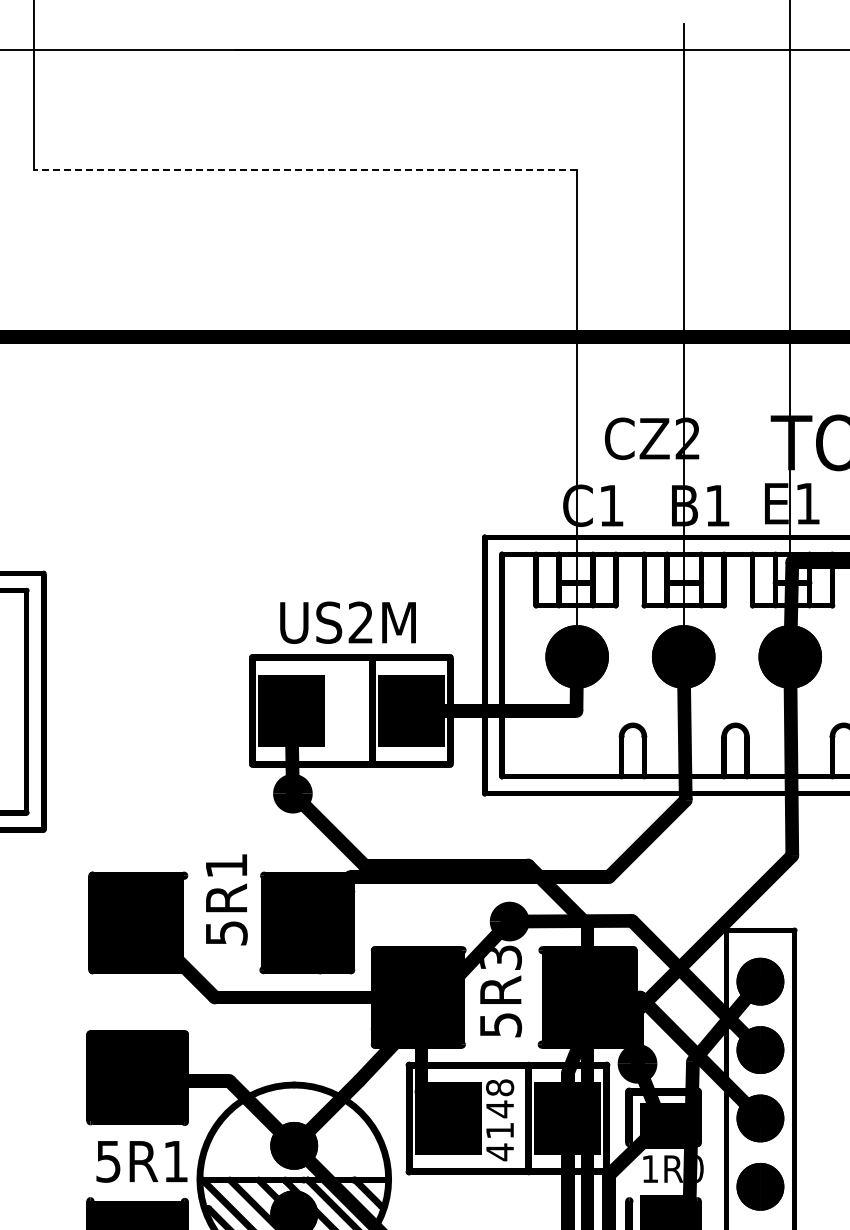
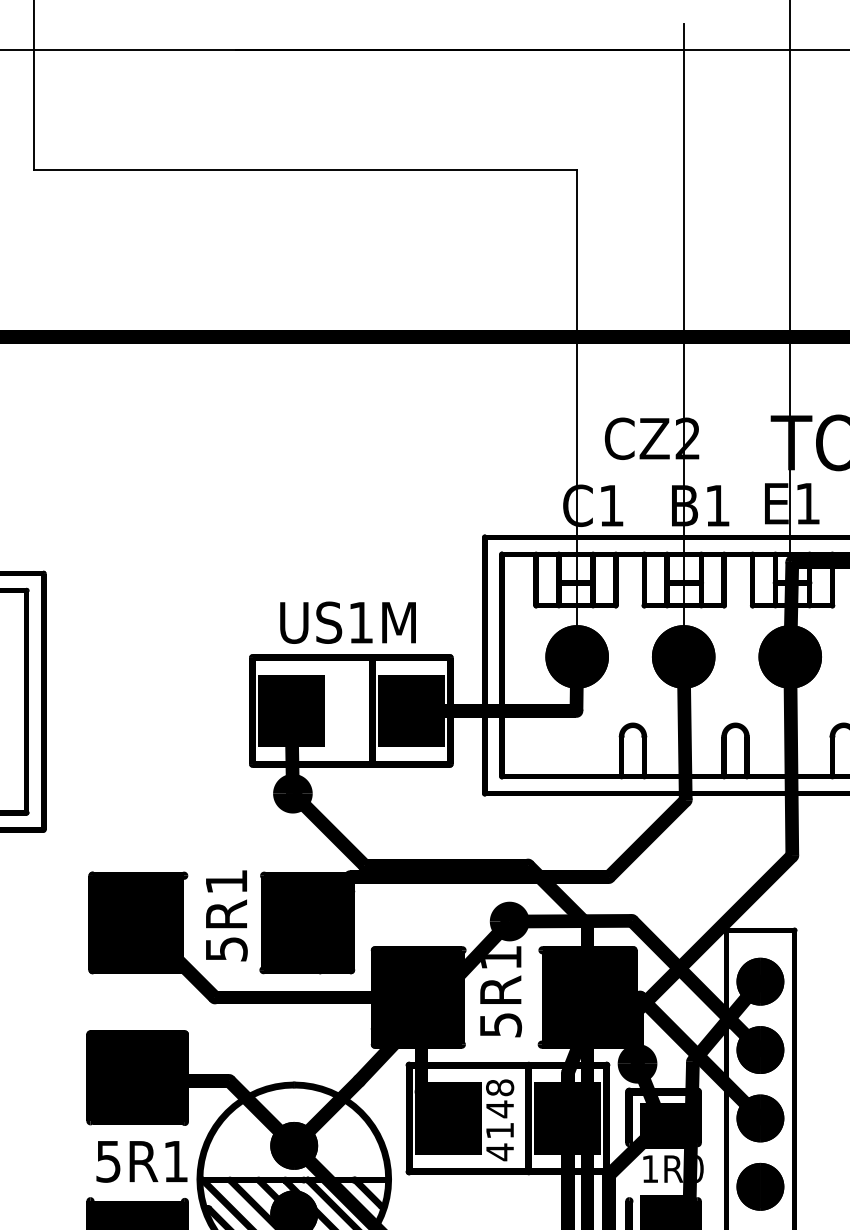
line at (305, 169): dashed -> solid
text at (360, 622): US2M -> US1M
text at (226, 899) position: (226, 899) -> (226, 915)
text at (500, 957): 5R3 -> 5R1
